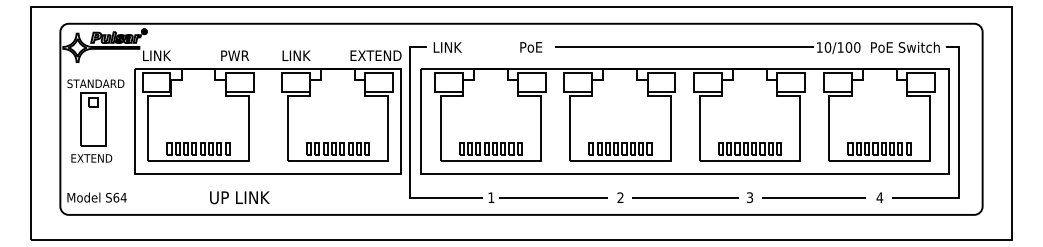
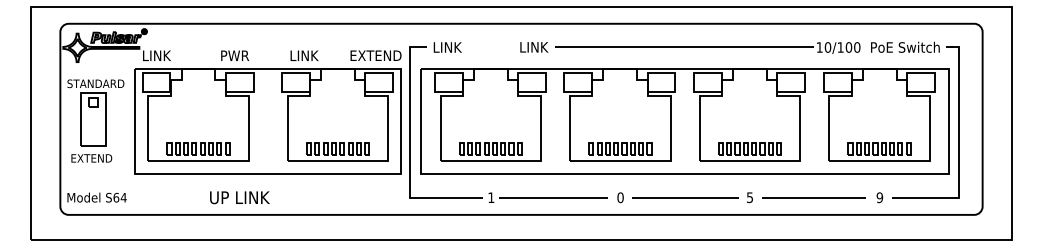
text at (534, 47): PoE -> LINK
text at (296, 55) position: (296, 55) -> (304, 55)
text at (749, 196): 3 -> 5
text at (620, 197): 2 -> 0
text at (879, 197): 4 -> 9
